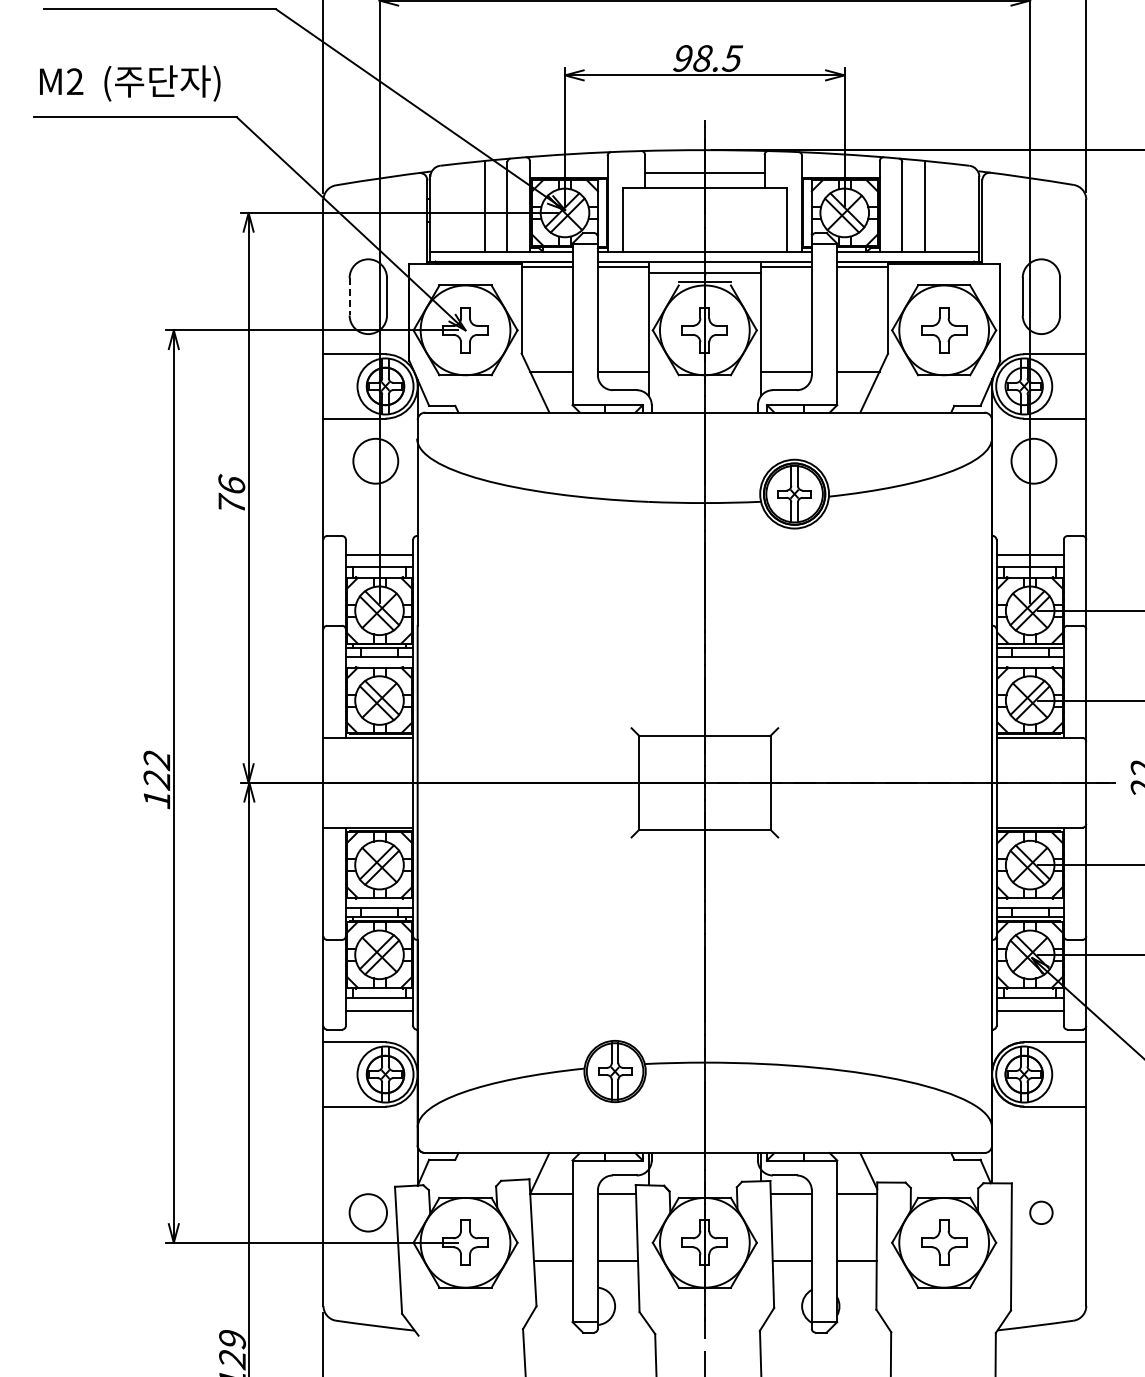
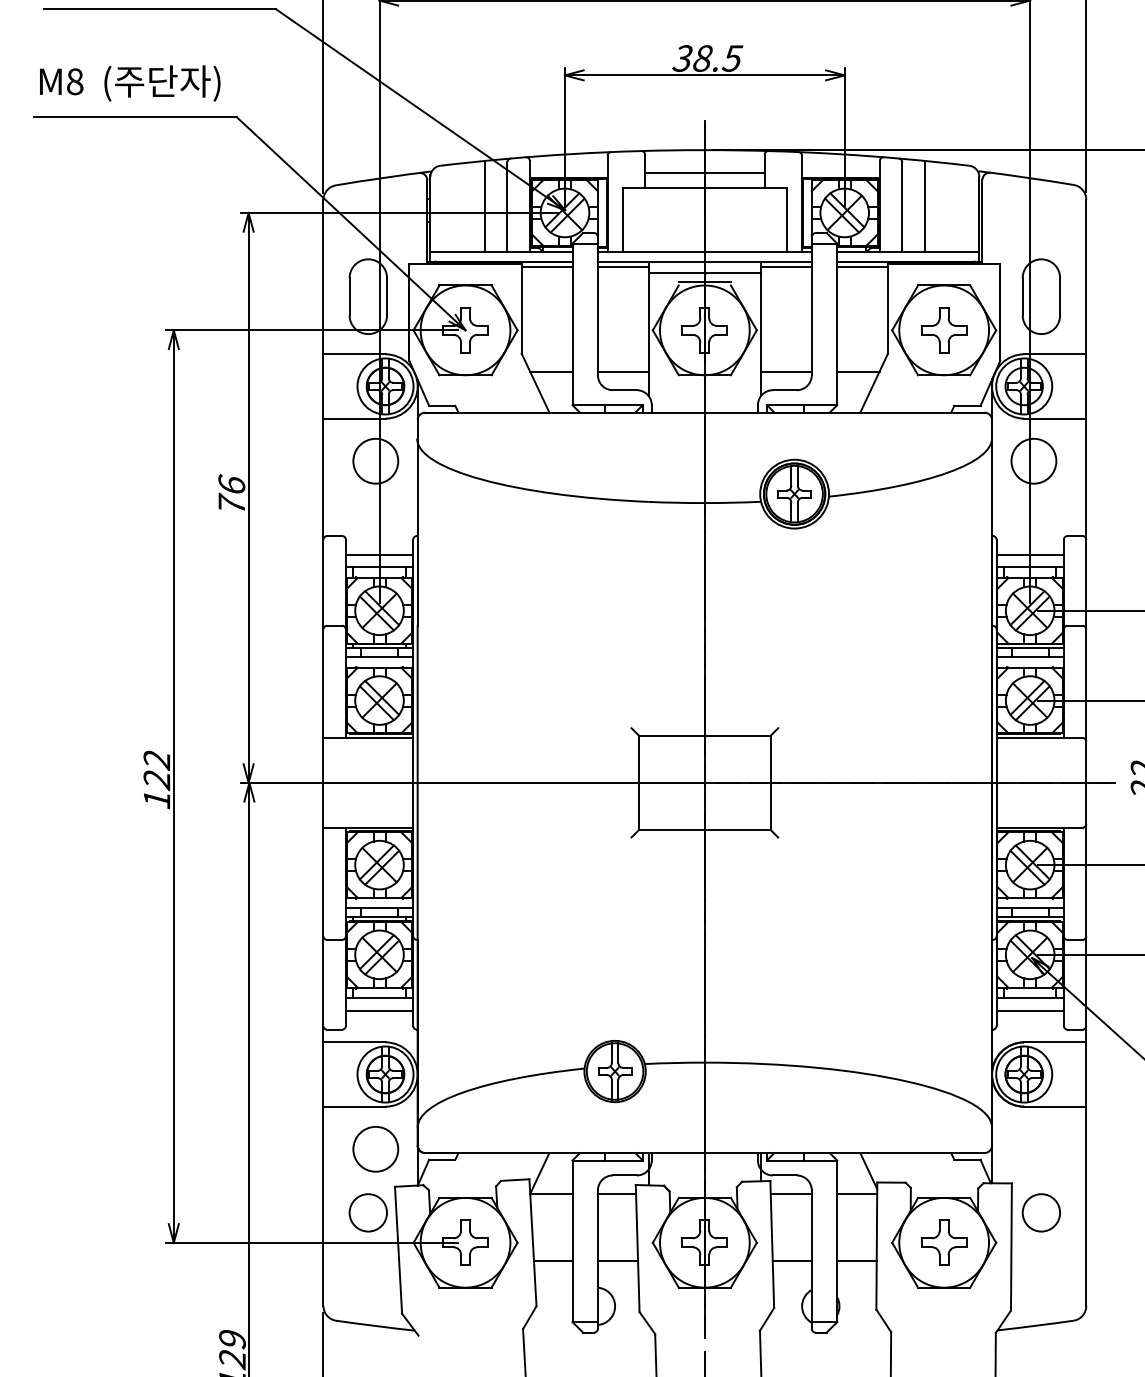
text at (682, 58): 98.5 -> 38.5
text at (74, 81): M2 -> M8
line at (349, 296): dashed -> solid
circle at (375, 1149): none -> present
circle at (1041, 1212) diameter: 22 px -> 37 px
